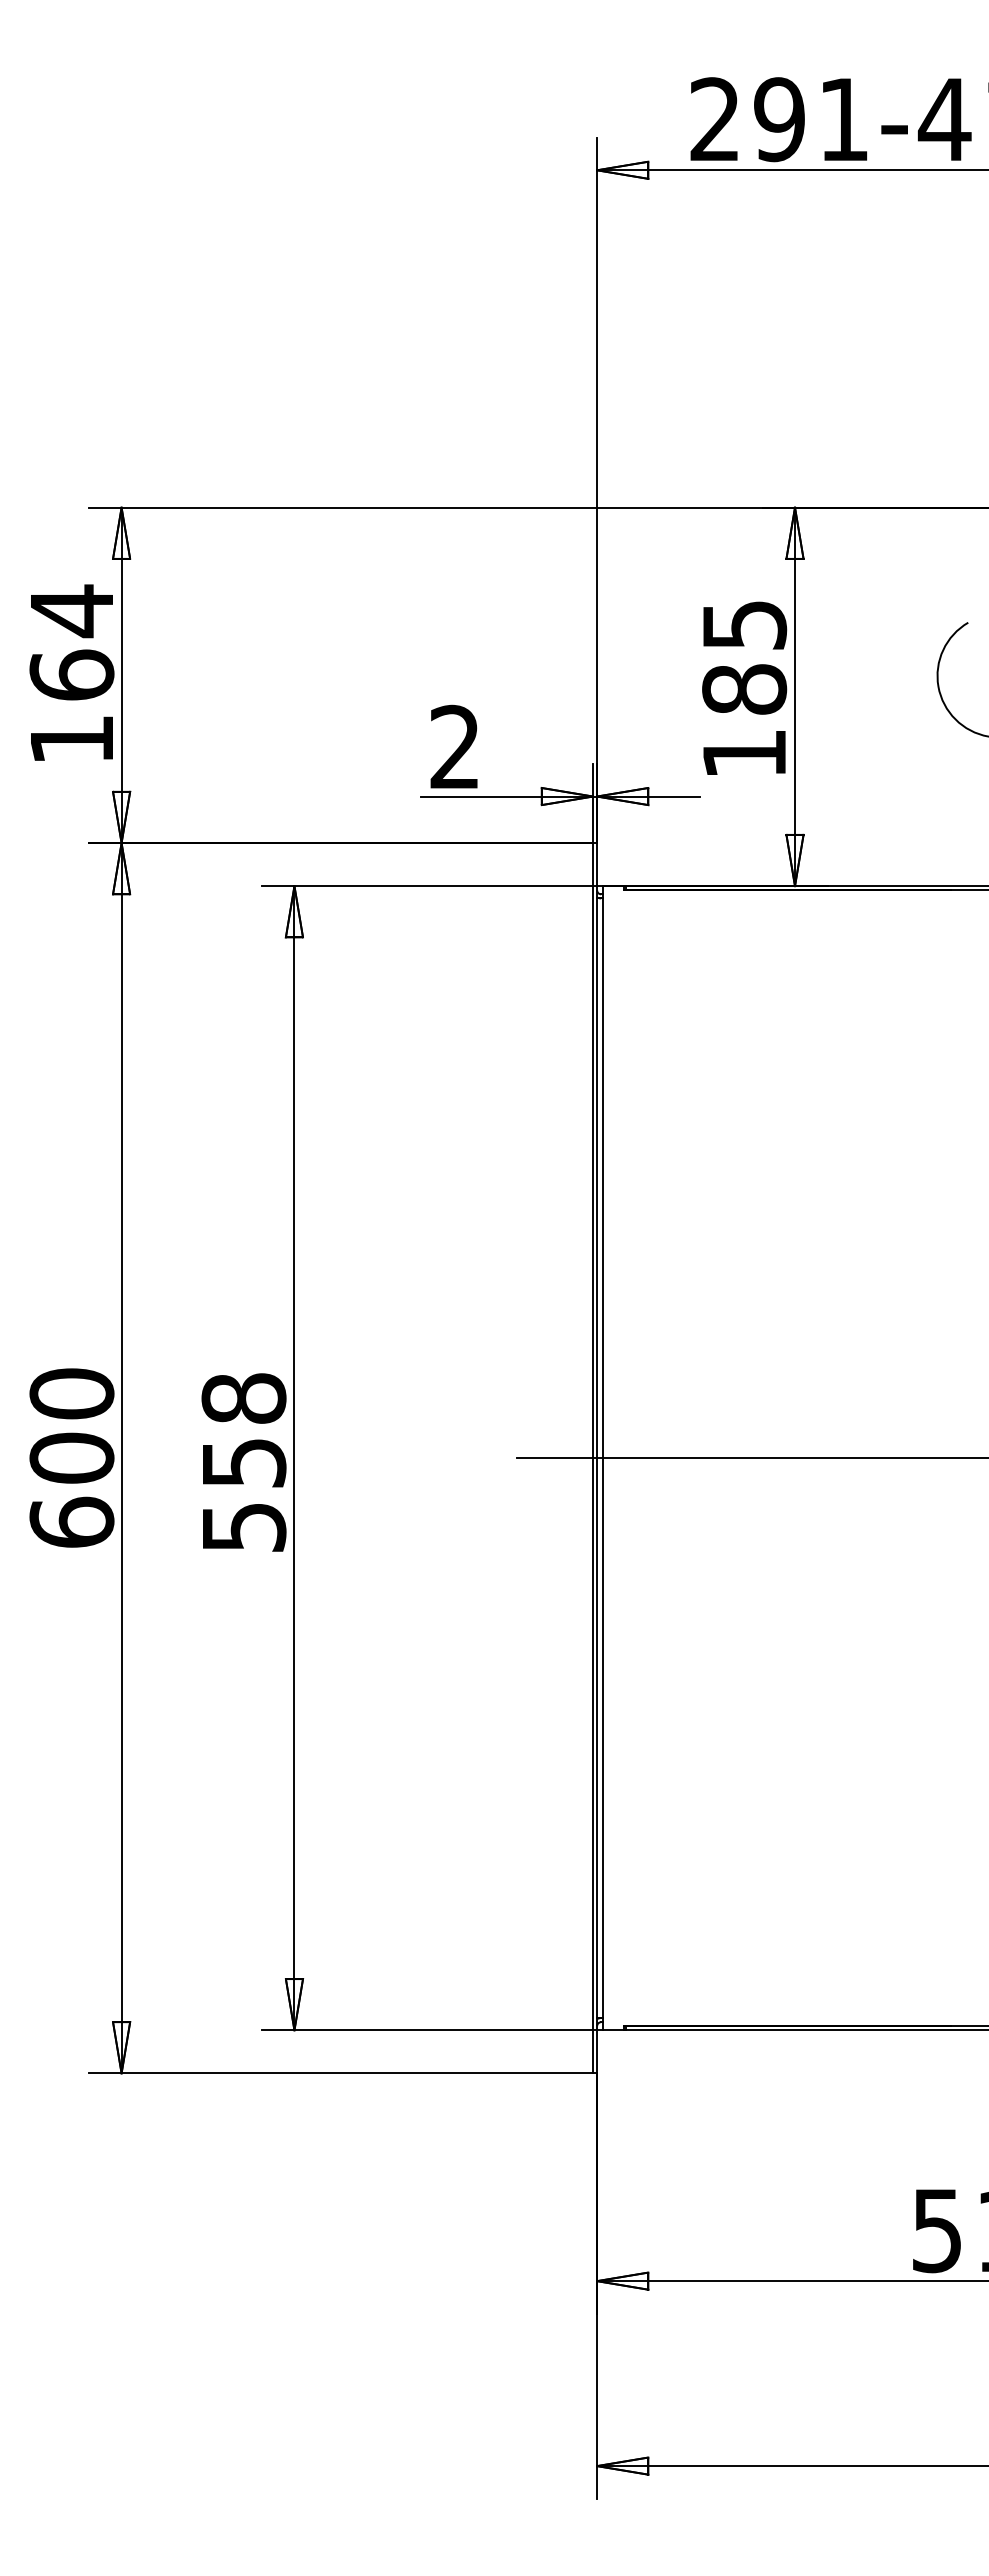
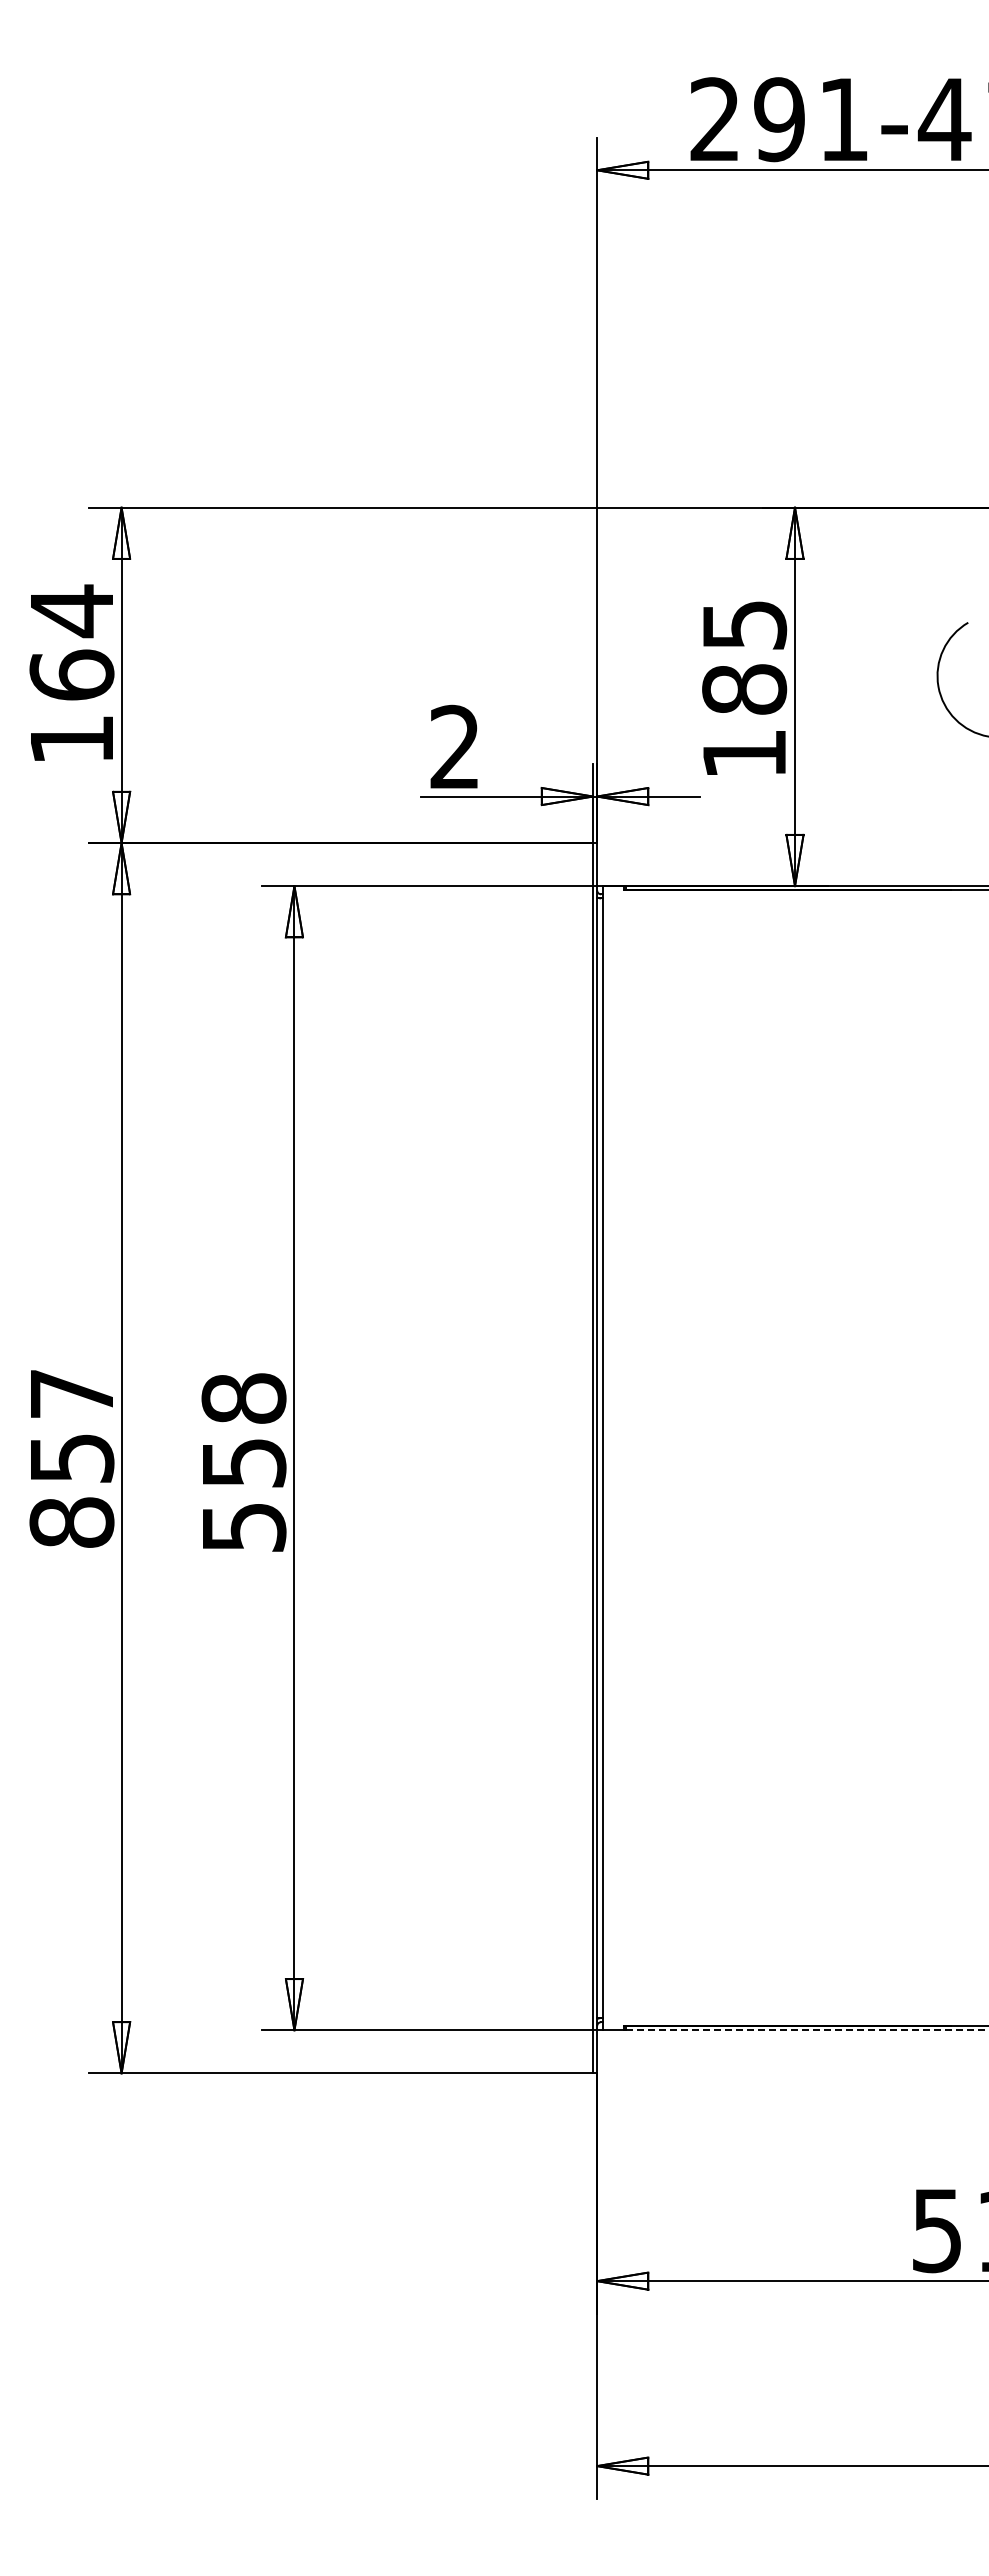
text at (71, 1457): 600 -> 857
line at (751, 1458): present -> none
line at (807, 2030): solid -> dashed
